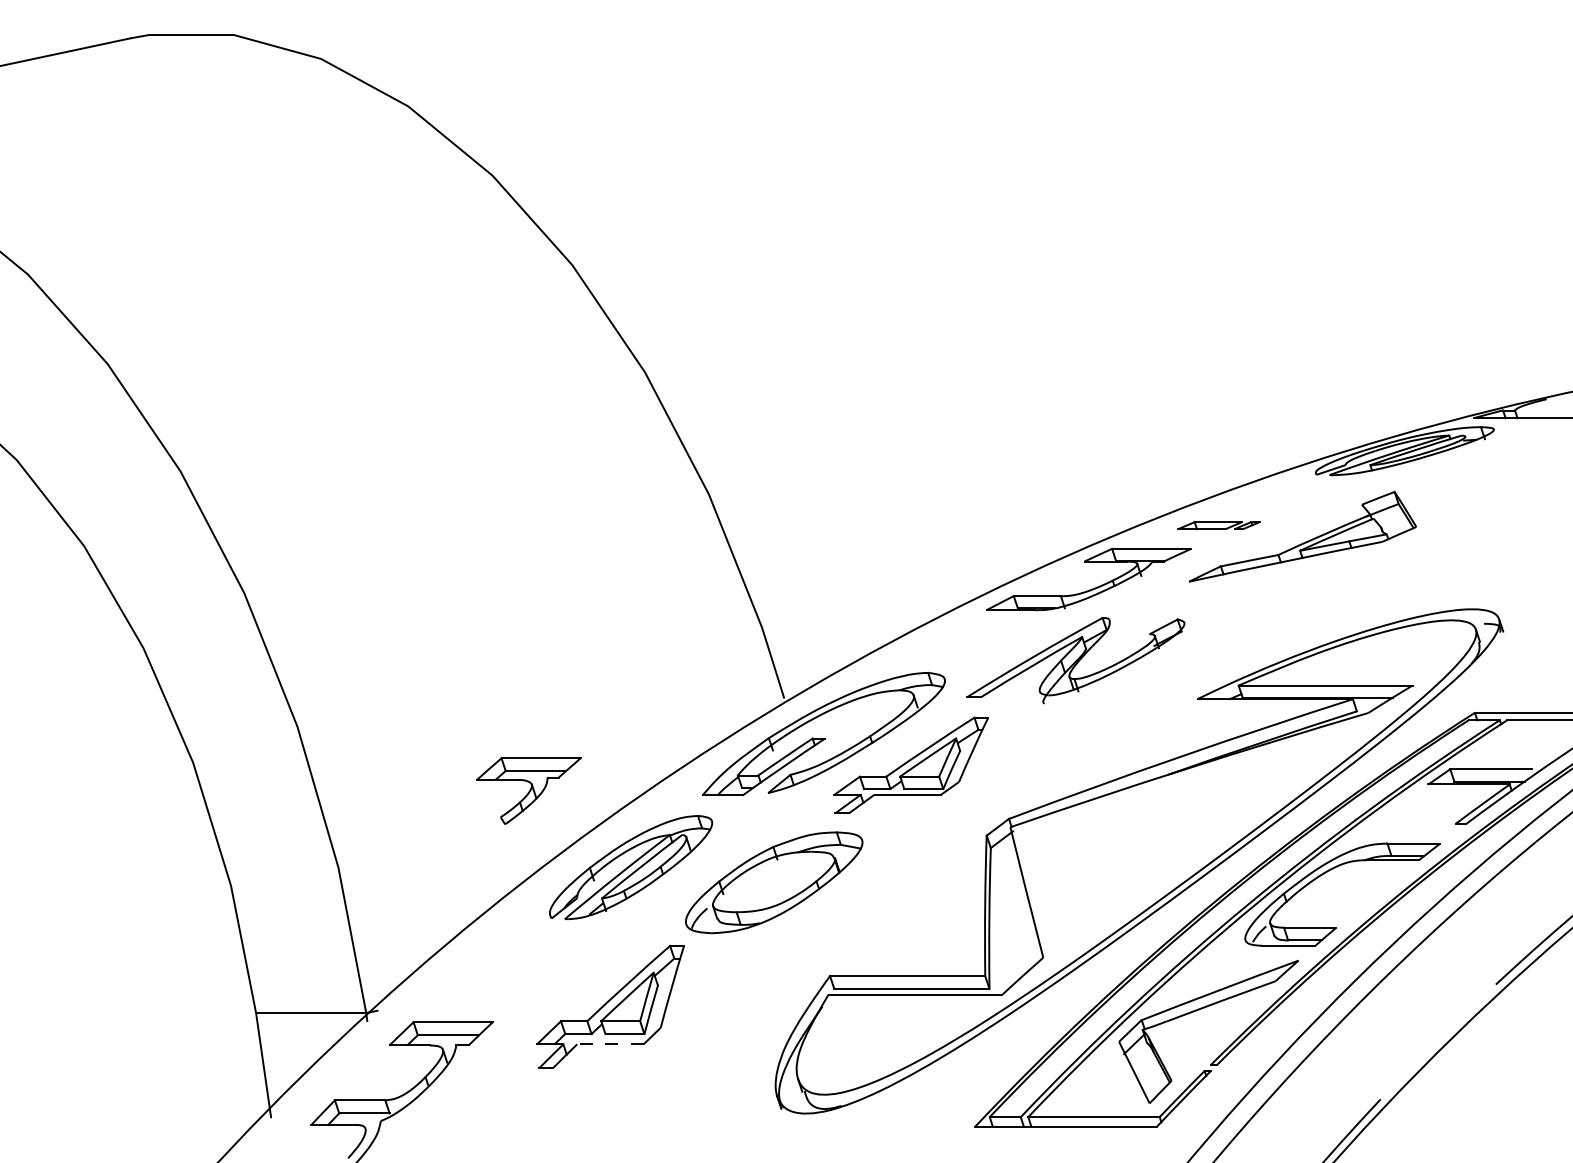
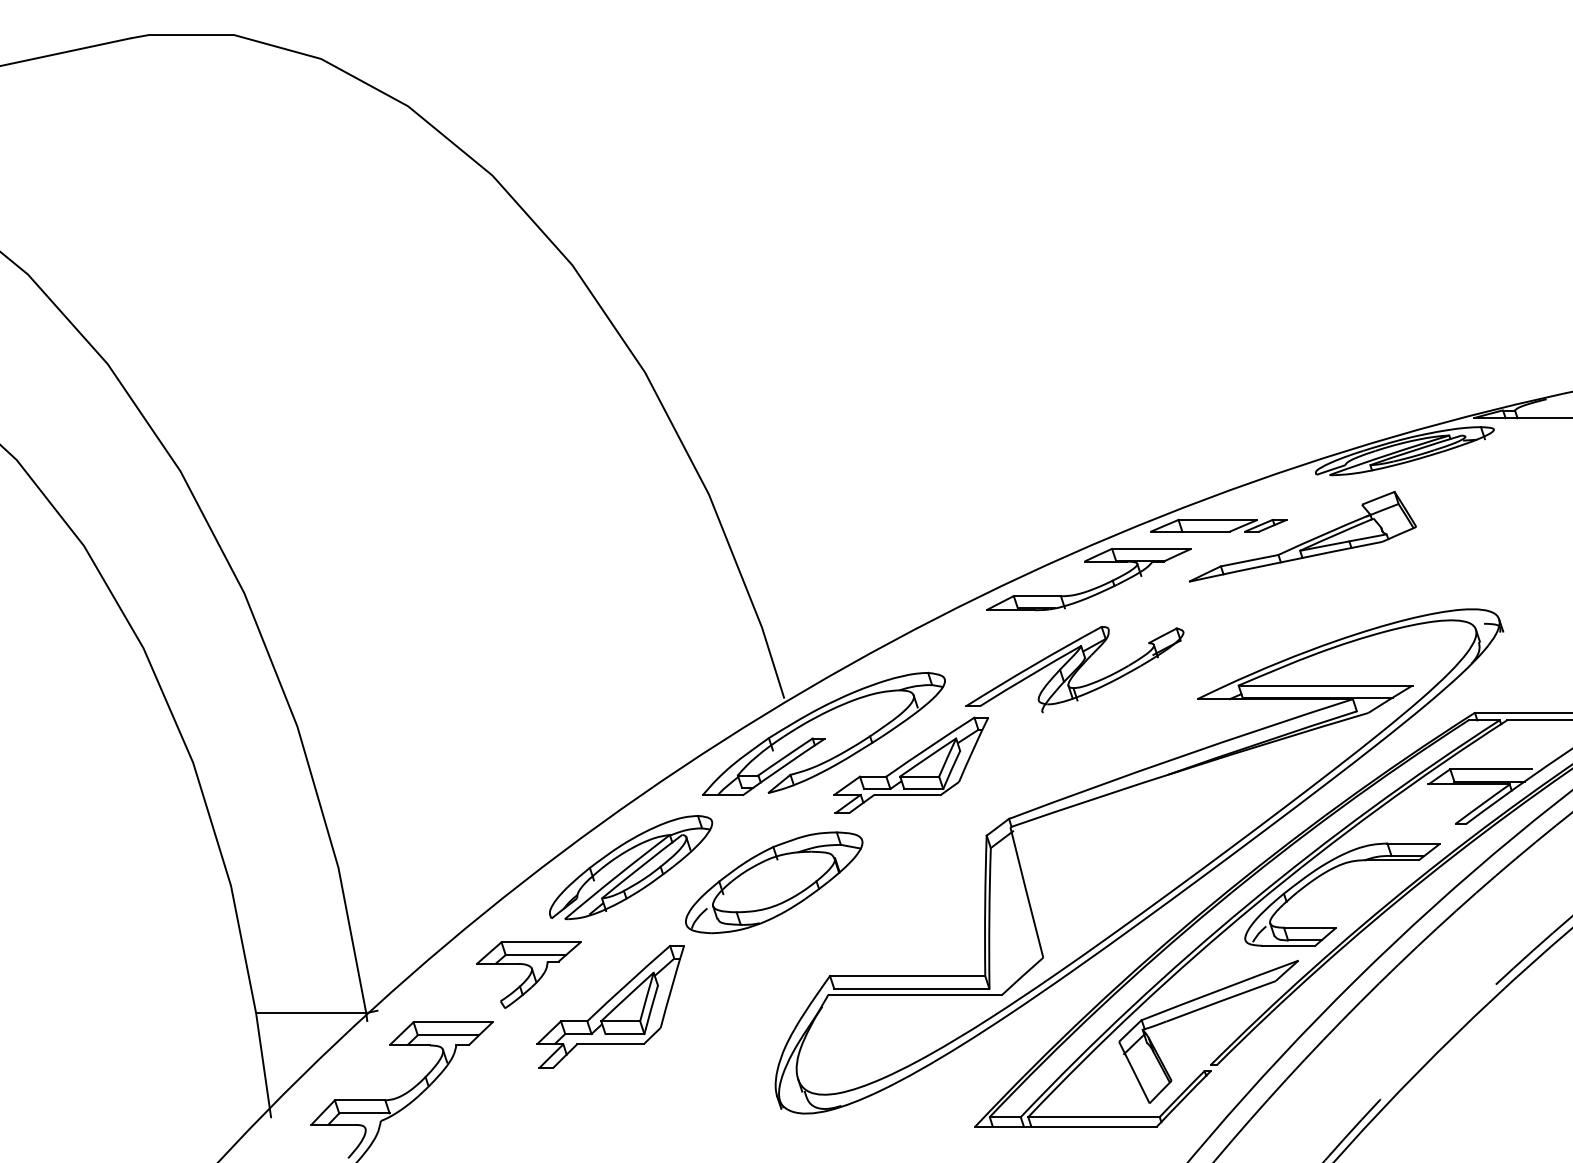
part at (1218, 525) size: 84x10 px -> 138x15 px
part at (1075, 660) position: (1075, 660) -> (1074, 669)
part at (528, 790) position: (528, 790) -> (528, 974)
line at (609, 1044): dashed -> solid
